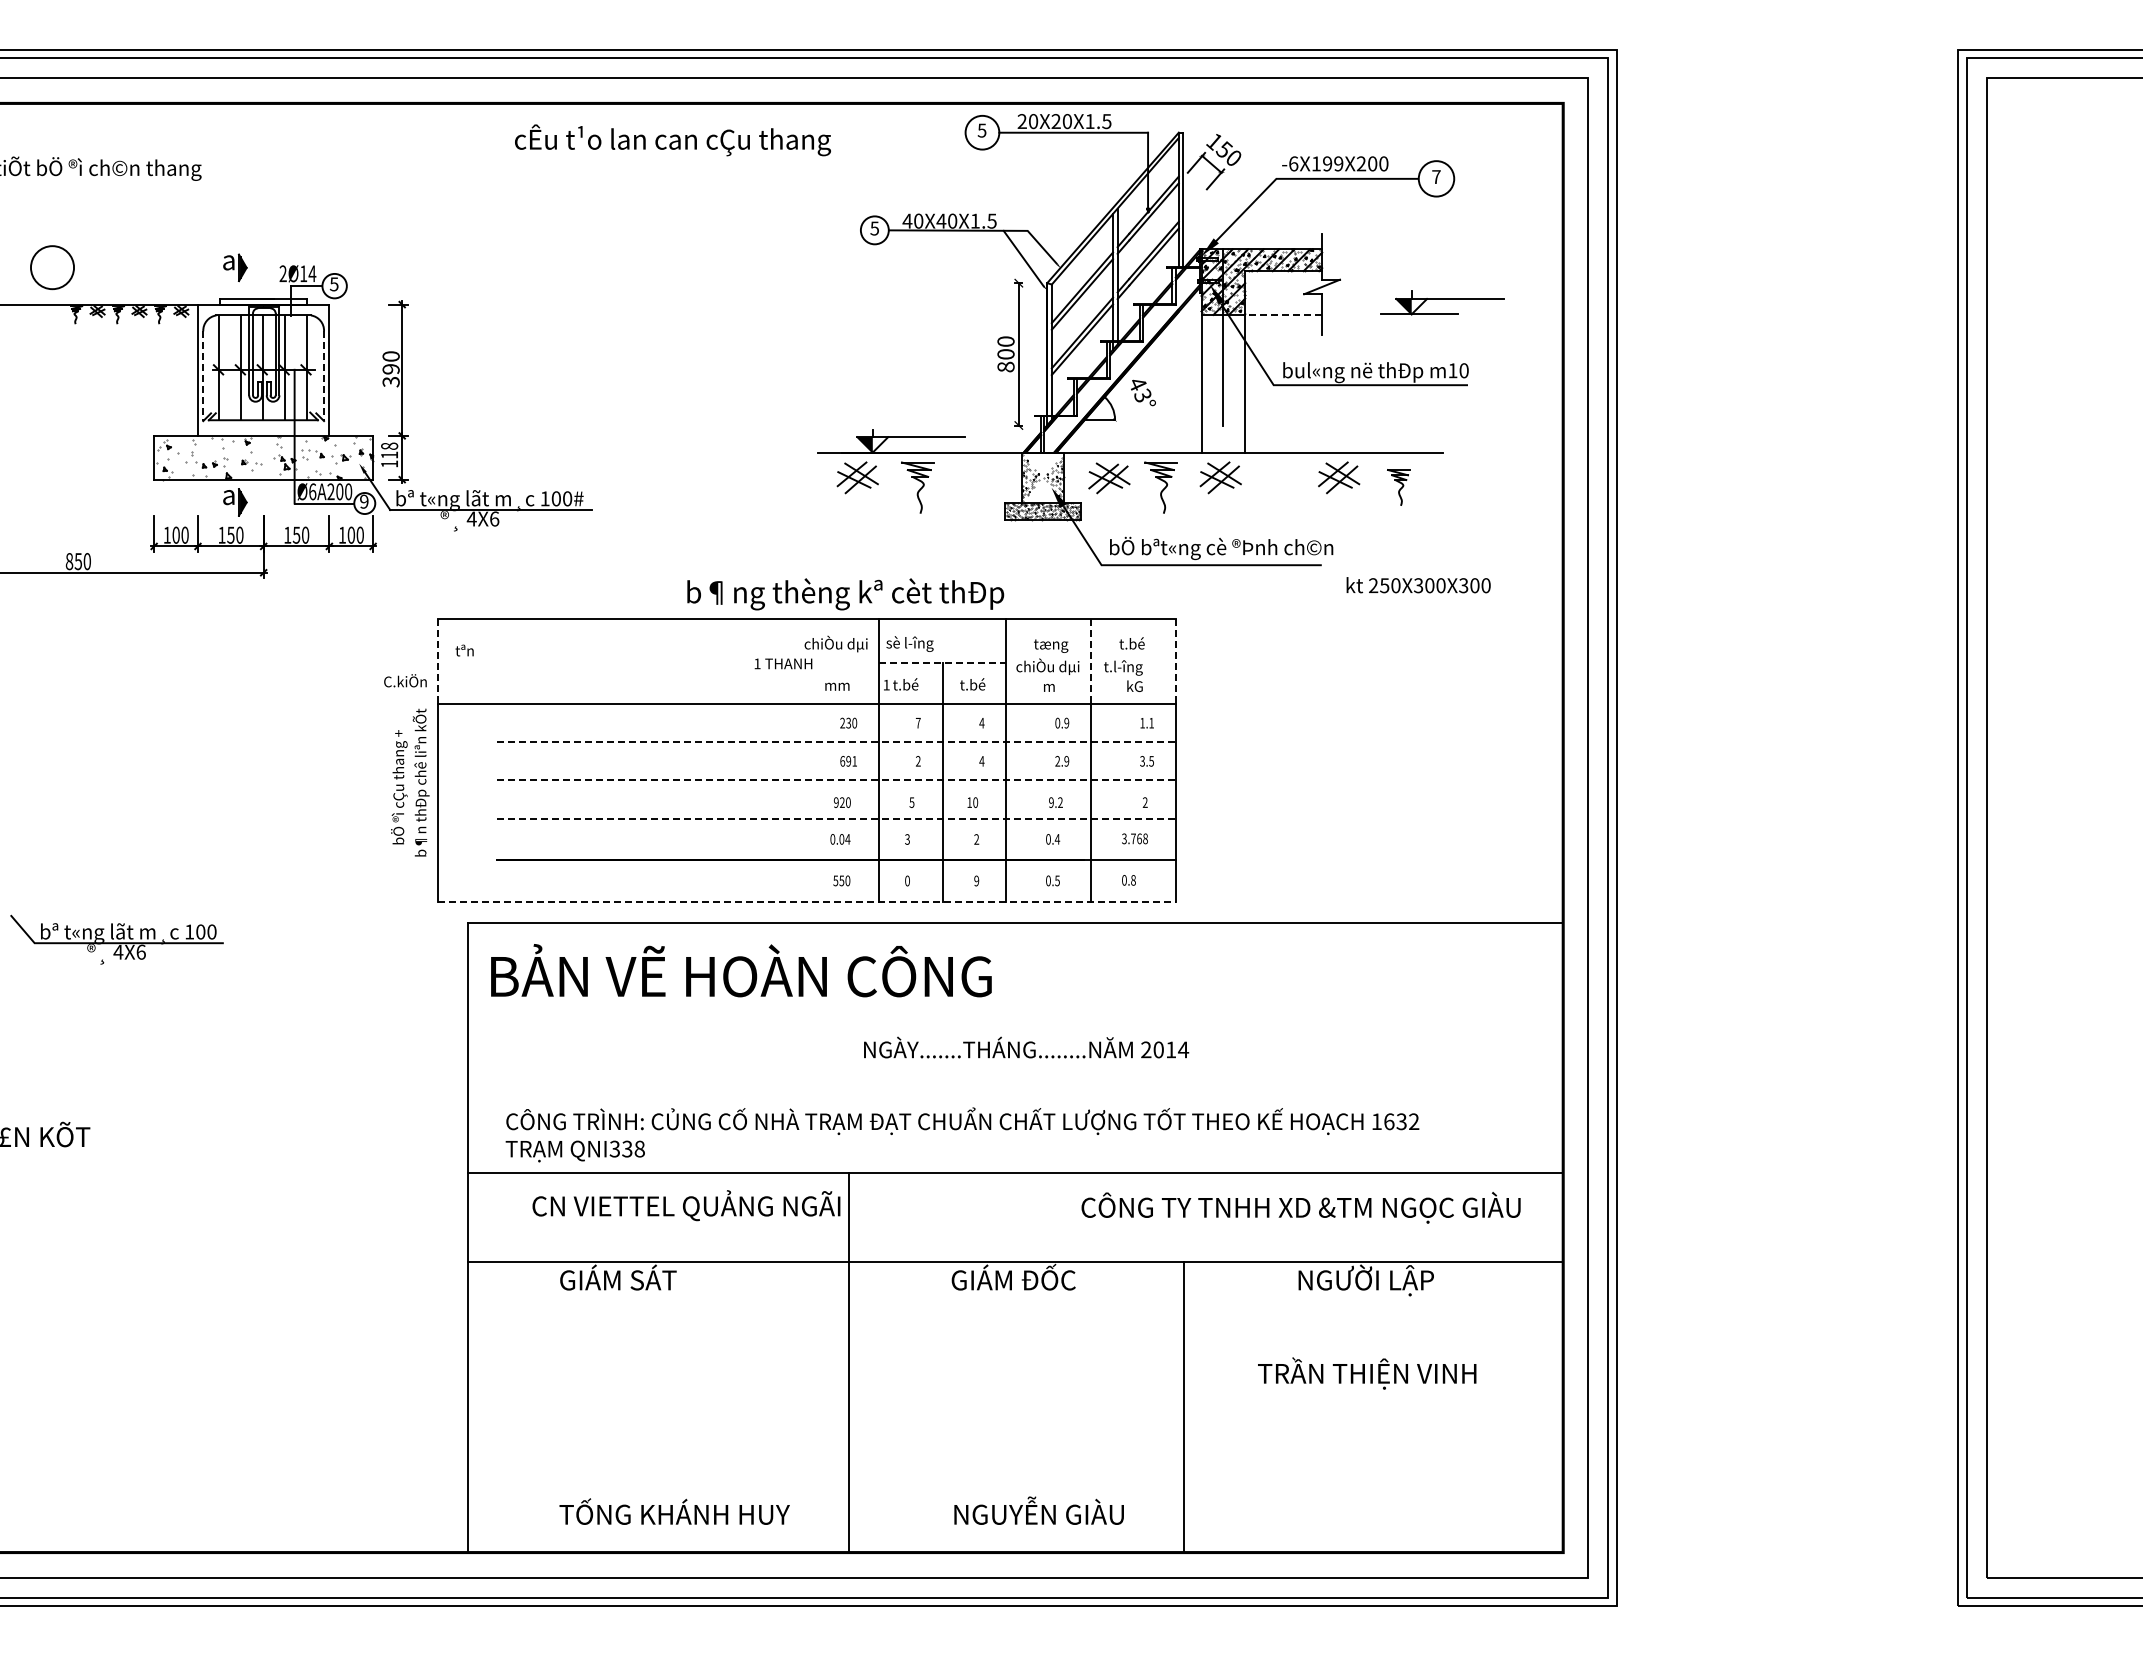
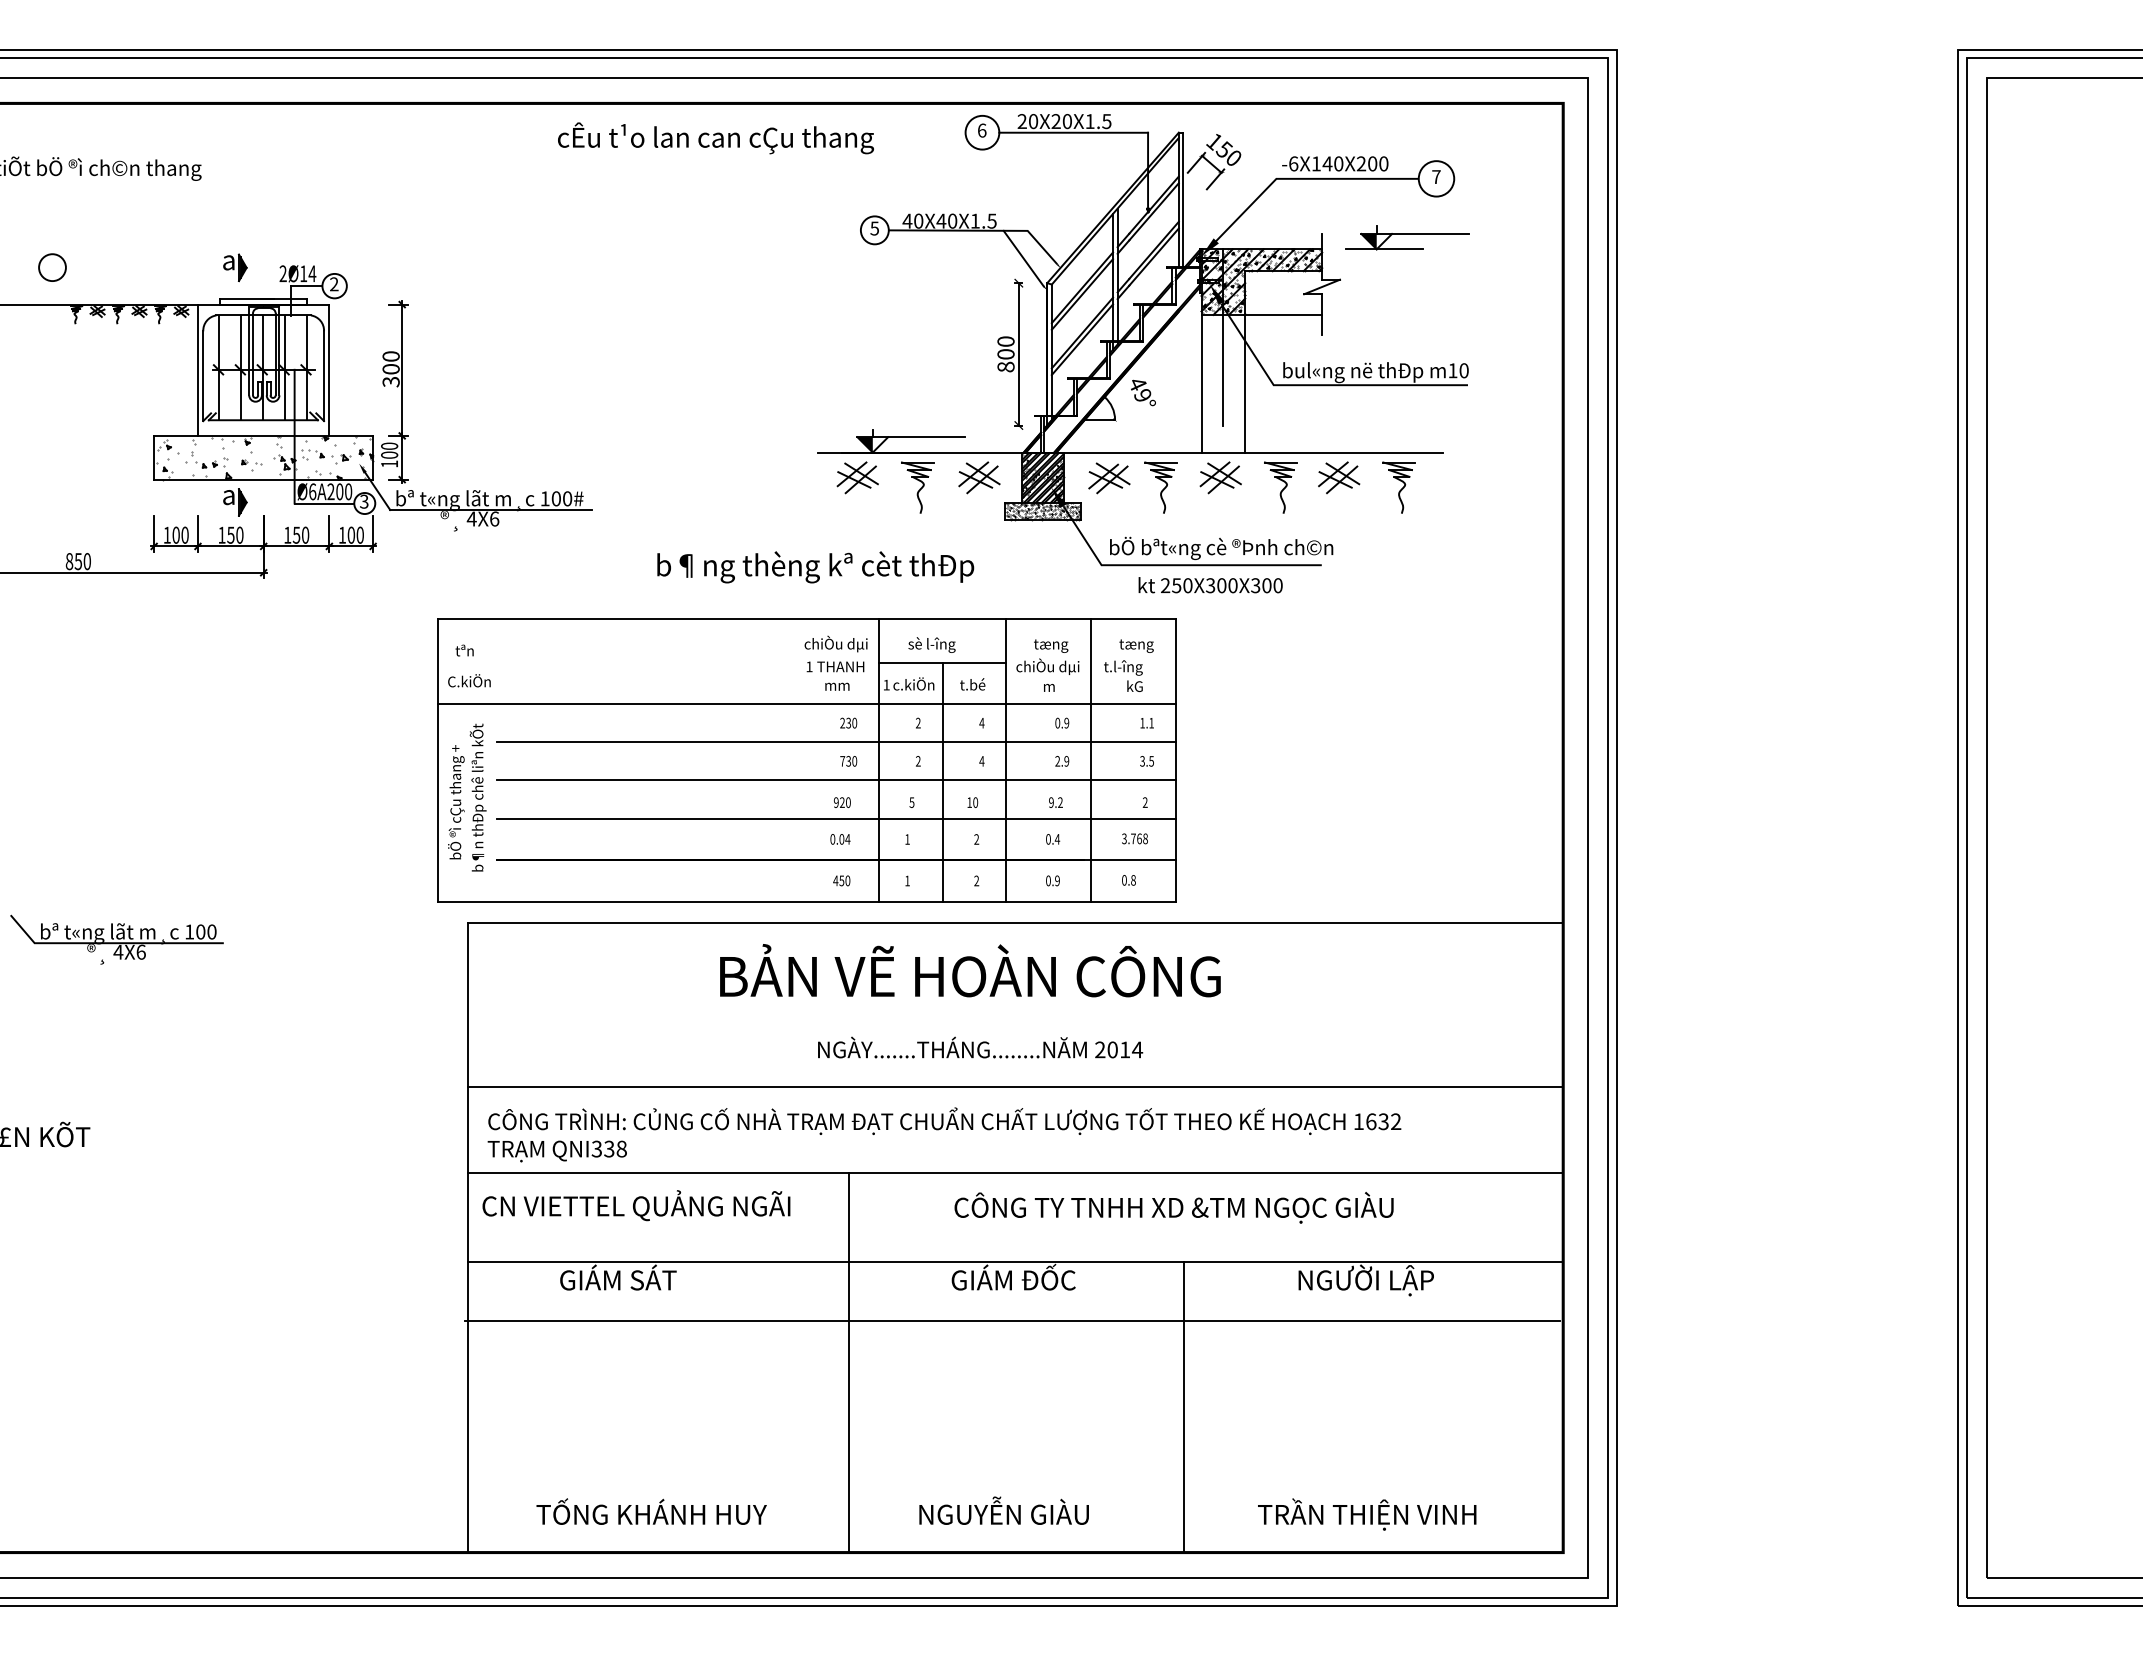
text at (981, 130): 5 -> 6
text at (672, 140) position: (672, 140) -> (715, 138)
text at (1332, 163): -6X199X200 -> -6X140X200
circle at (52, 267) diameter: 43 px -> 27 px
text at (333, 284): 5 -> 2
part at (1442, 302) position: (1442, 302) -> (1407, 237)
line at (1283, 314): dashed -> solid
text at (390, 369): 390 -> 300
line at (203, 376): dashed -> solid
line at (324, 376): dashed -> solid
text at (1142, 395): 43° -> 49°
text at (389, 450): 118 -> 100
part at (979, 477): none -> present
hatch at (1042, 477): none -> present
part at (1280, 487): none -> present
part at (1398, 487) size: 24x37 px -> 34x53 px
text at (364, 501): 9 -> 3
text at (1418, 585) position: (1418, 585) -> (1210, 585)
text at (845, 594) position: (845, 594) -> (815, 567)
text at (909, 643) position: (909, 643) -> (931, 644)
text at (1139, 644): t.bé -> tæng
line at (437, 662): dashed -> solid
line at (942, 662): dashed -> solid
line at (1091, 662): dashed -> solid
line at (1175, 662): dashed -> solid
text at (783, 663) position: (783, 663) -> (835, 666)
text at (405, 680) position: (405, 680) -> (469, 680)
text at (913, 683): t.bé -> c.kiÖn
text at (917, 722): 7 -> 2
line at (837, 742): dashed -> solid
text at (848, 761): 691 -> 730
line at (837, 780): dashed -> solid
text at (410, 782) position: (410, 782) -> (467, 797)
line at (837, 818): dashed -> solid
text at (907, 839): 3 -> 1
text at (835, 880): 550 -> 450
text at (907, 880): 0 -> 1
text at (1057, 880): 0.5 -> 0.9
text at (976, 881): 9 -> 2
line at (807, 901): dashed -> solid
text at (741, 970) position: (741, 970) -> (970, 970)
text at (1026, 1047) position: (1026, 1047) -> (980, 1047)
line at (1015, 1087): none -> present
text at (962, 1134) position: (962, 1134) -> (944, 1134)
text at (686, 1205) position: (686, 1205) -> (636, 1205)
text at (1300, 1207) position: (1300, 1207) -> (1173, 1207)
line at (1011, 1321): none -> present
text at (1367, 1373) position: (1367, 1373) -> (1367, 1514)
text at (1038, 1510) position: (1038, 1510) -> (1003, 1510)
text at (674, 1511) position: (674, 1511) -> (651, 1511)
